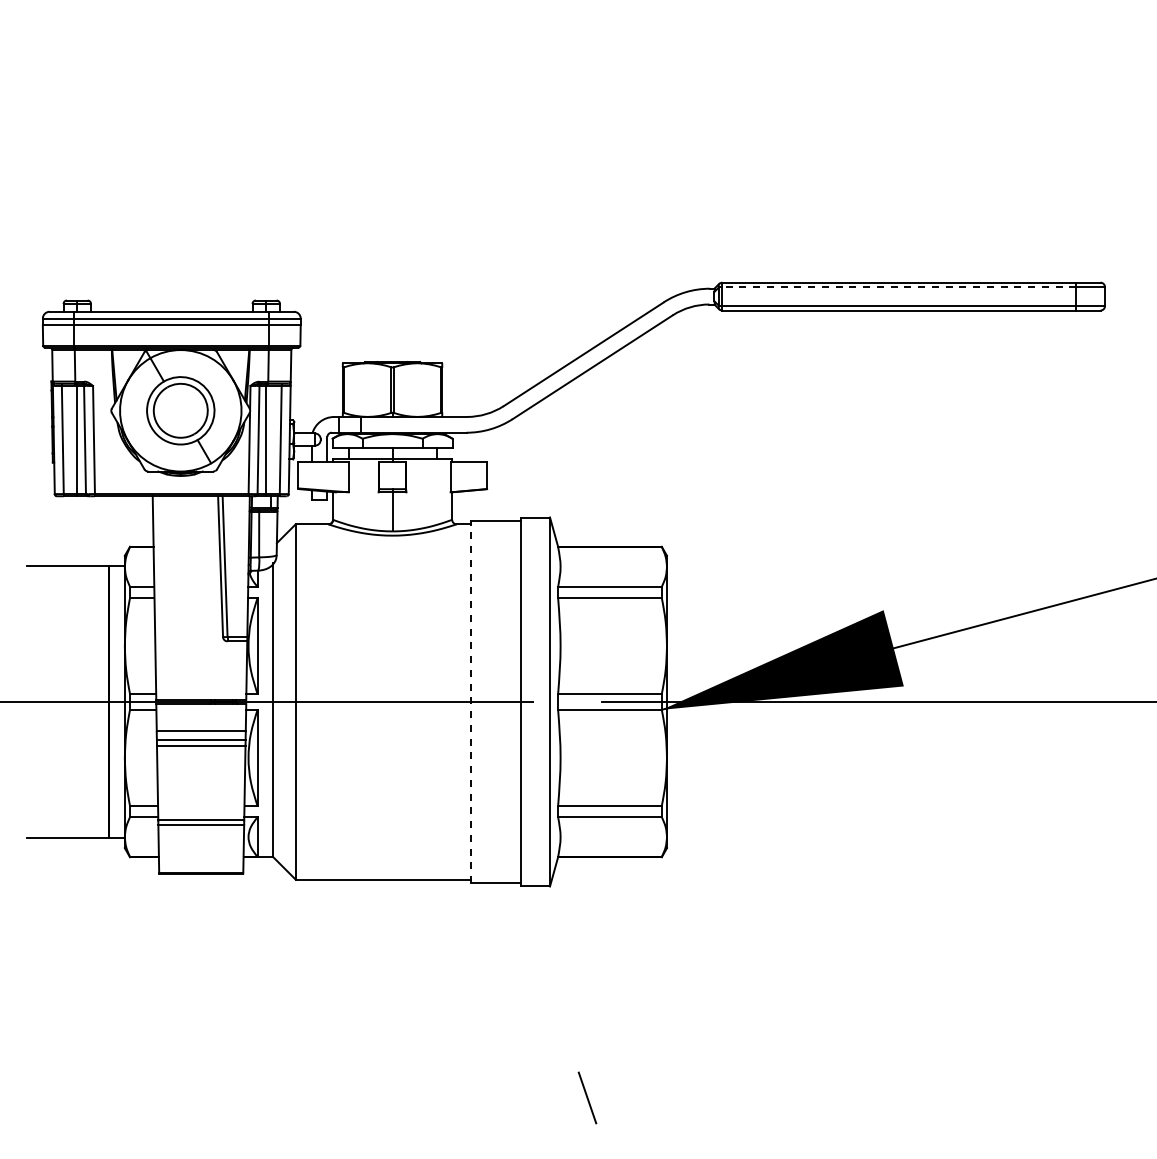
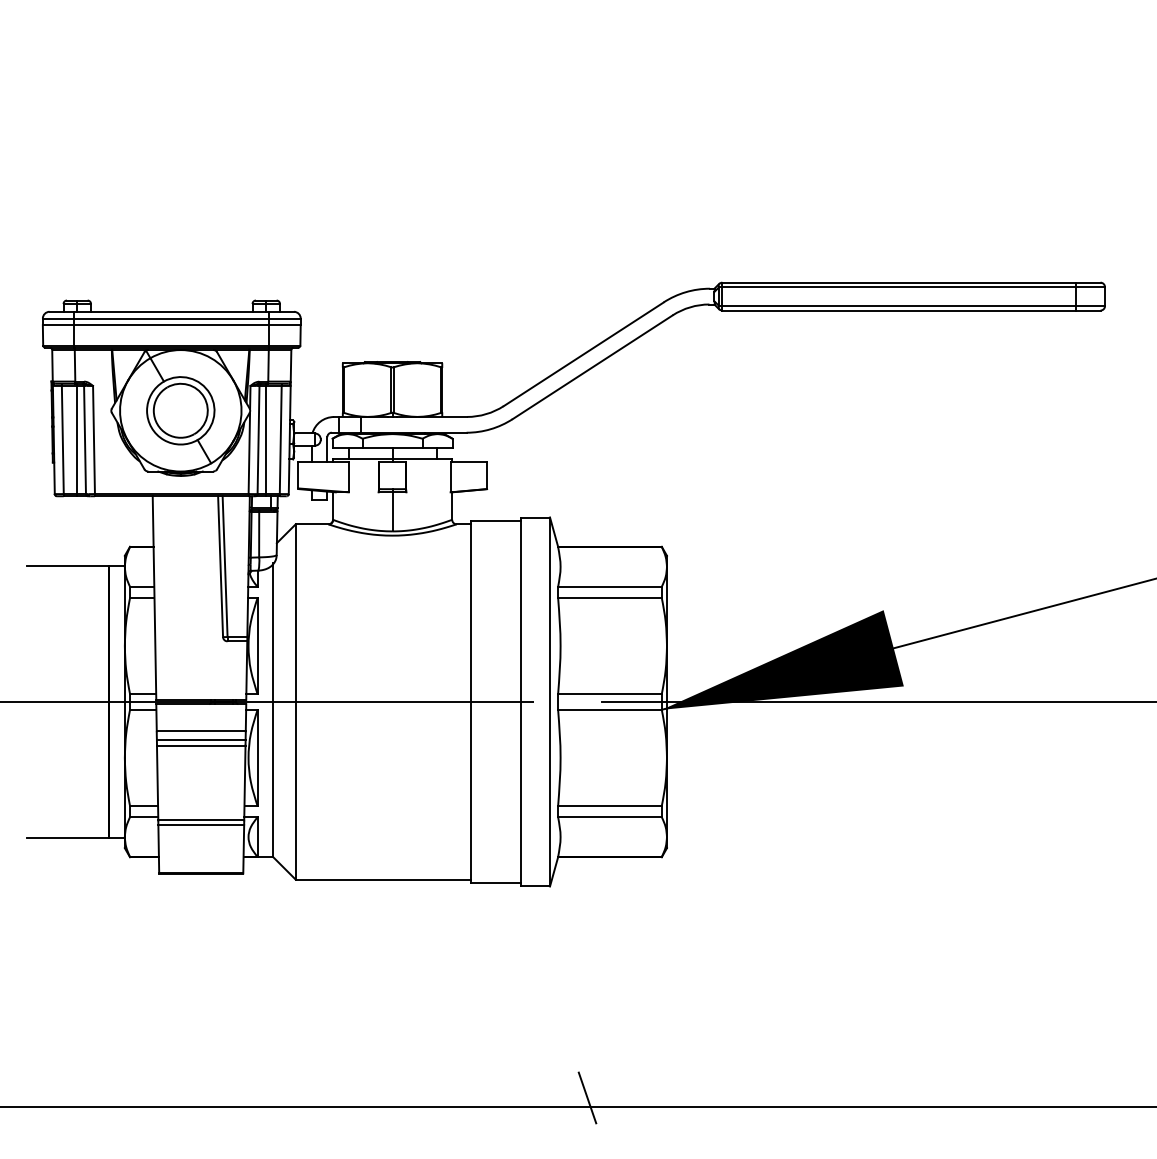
line at (898, 287): dashed -> solid
line at (471, 701): dashed -> solid
line at (577, 1106): none -> present
